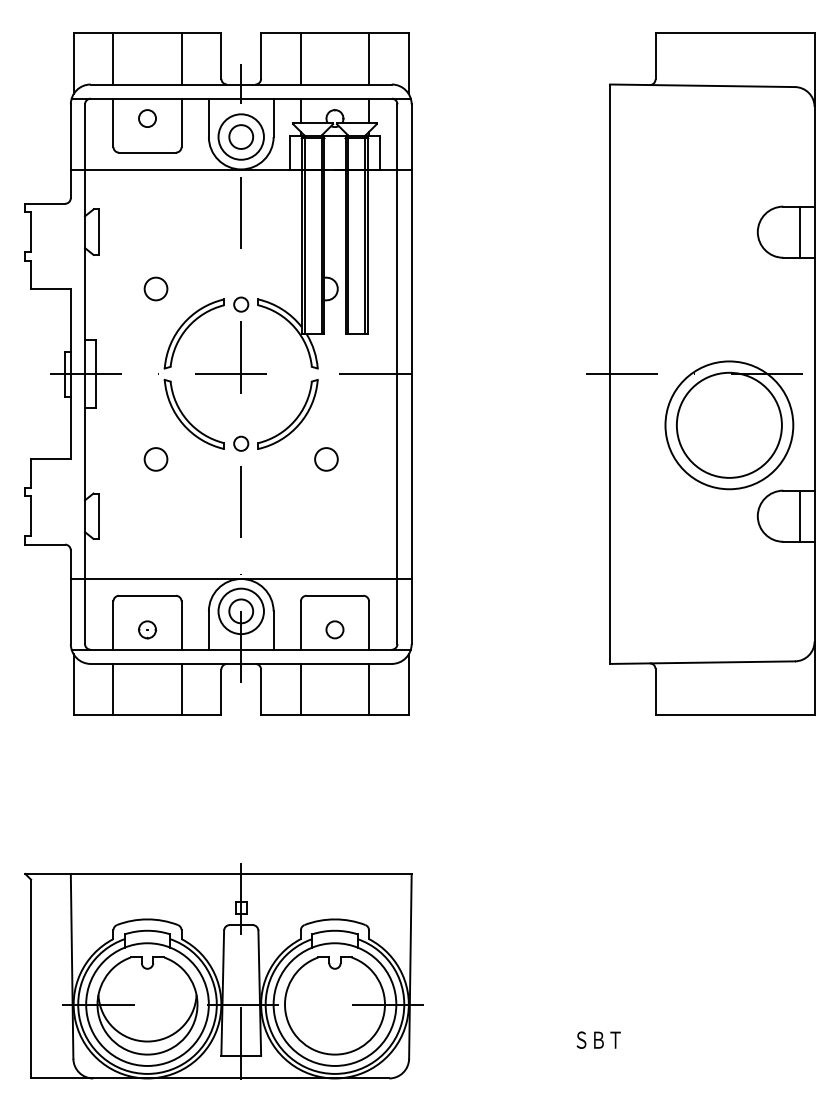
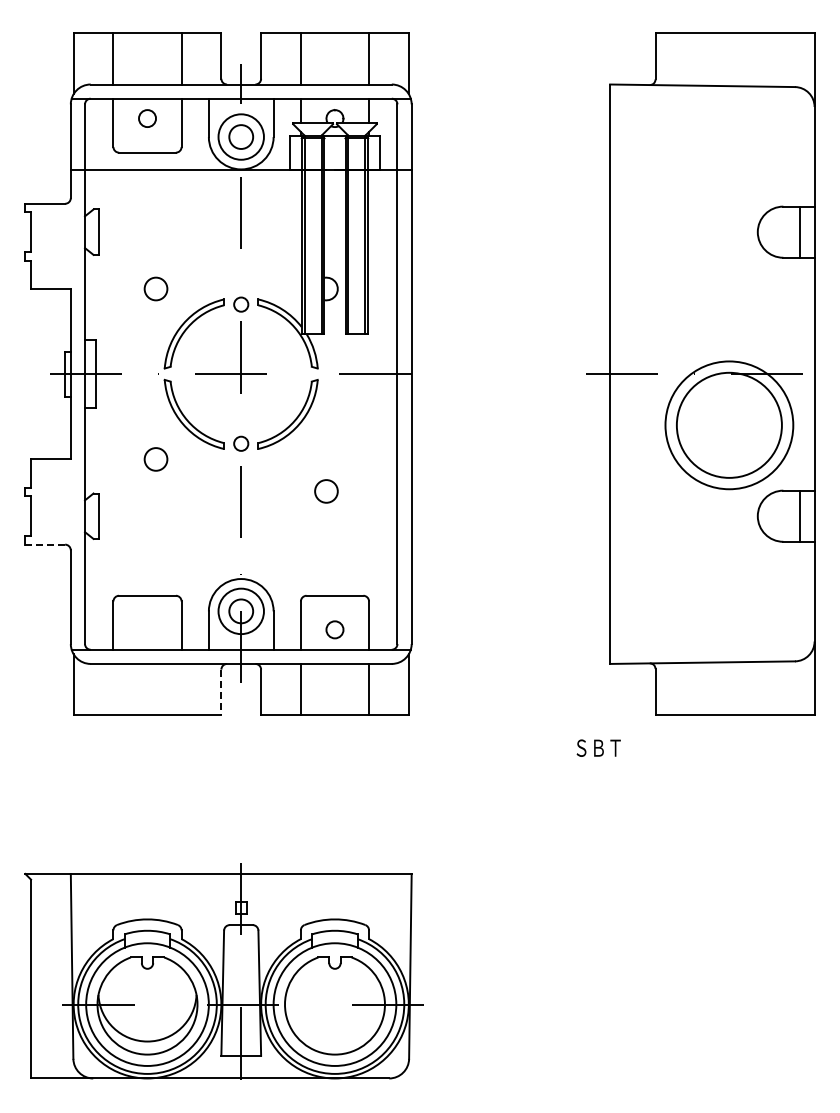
circle at (326, 459) position: (326, 459) -> (326, 491)
line at (45, 544): solid -> dashed
line at (240, 578): present -> none
part at (147, 629): present -> none
line at (113, 689): present -> none
line at (181, 689): present -> none
line at (221, 692): solid -> dashed
text at (598, 1039) position: (598, 1039) -> (598, 747)
